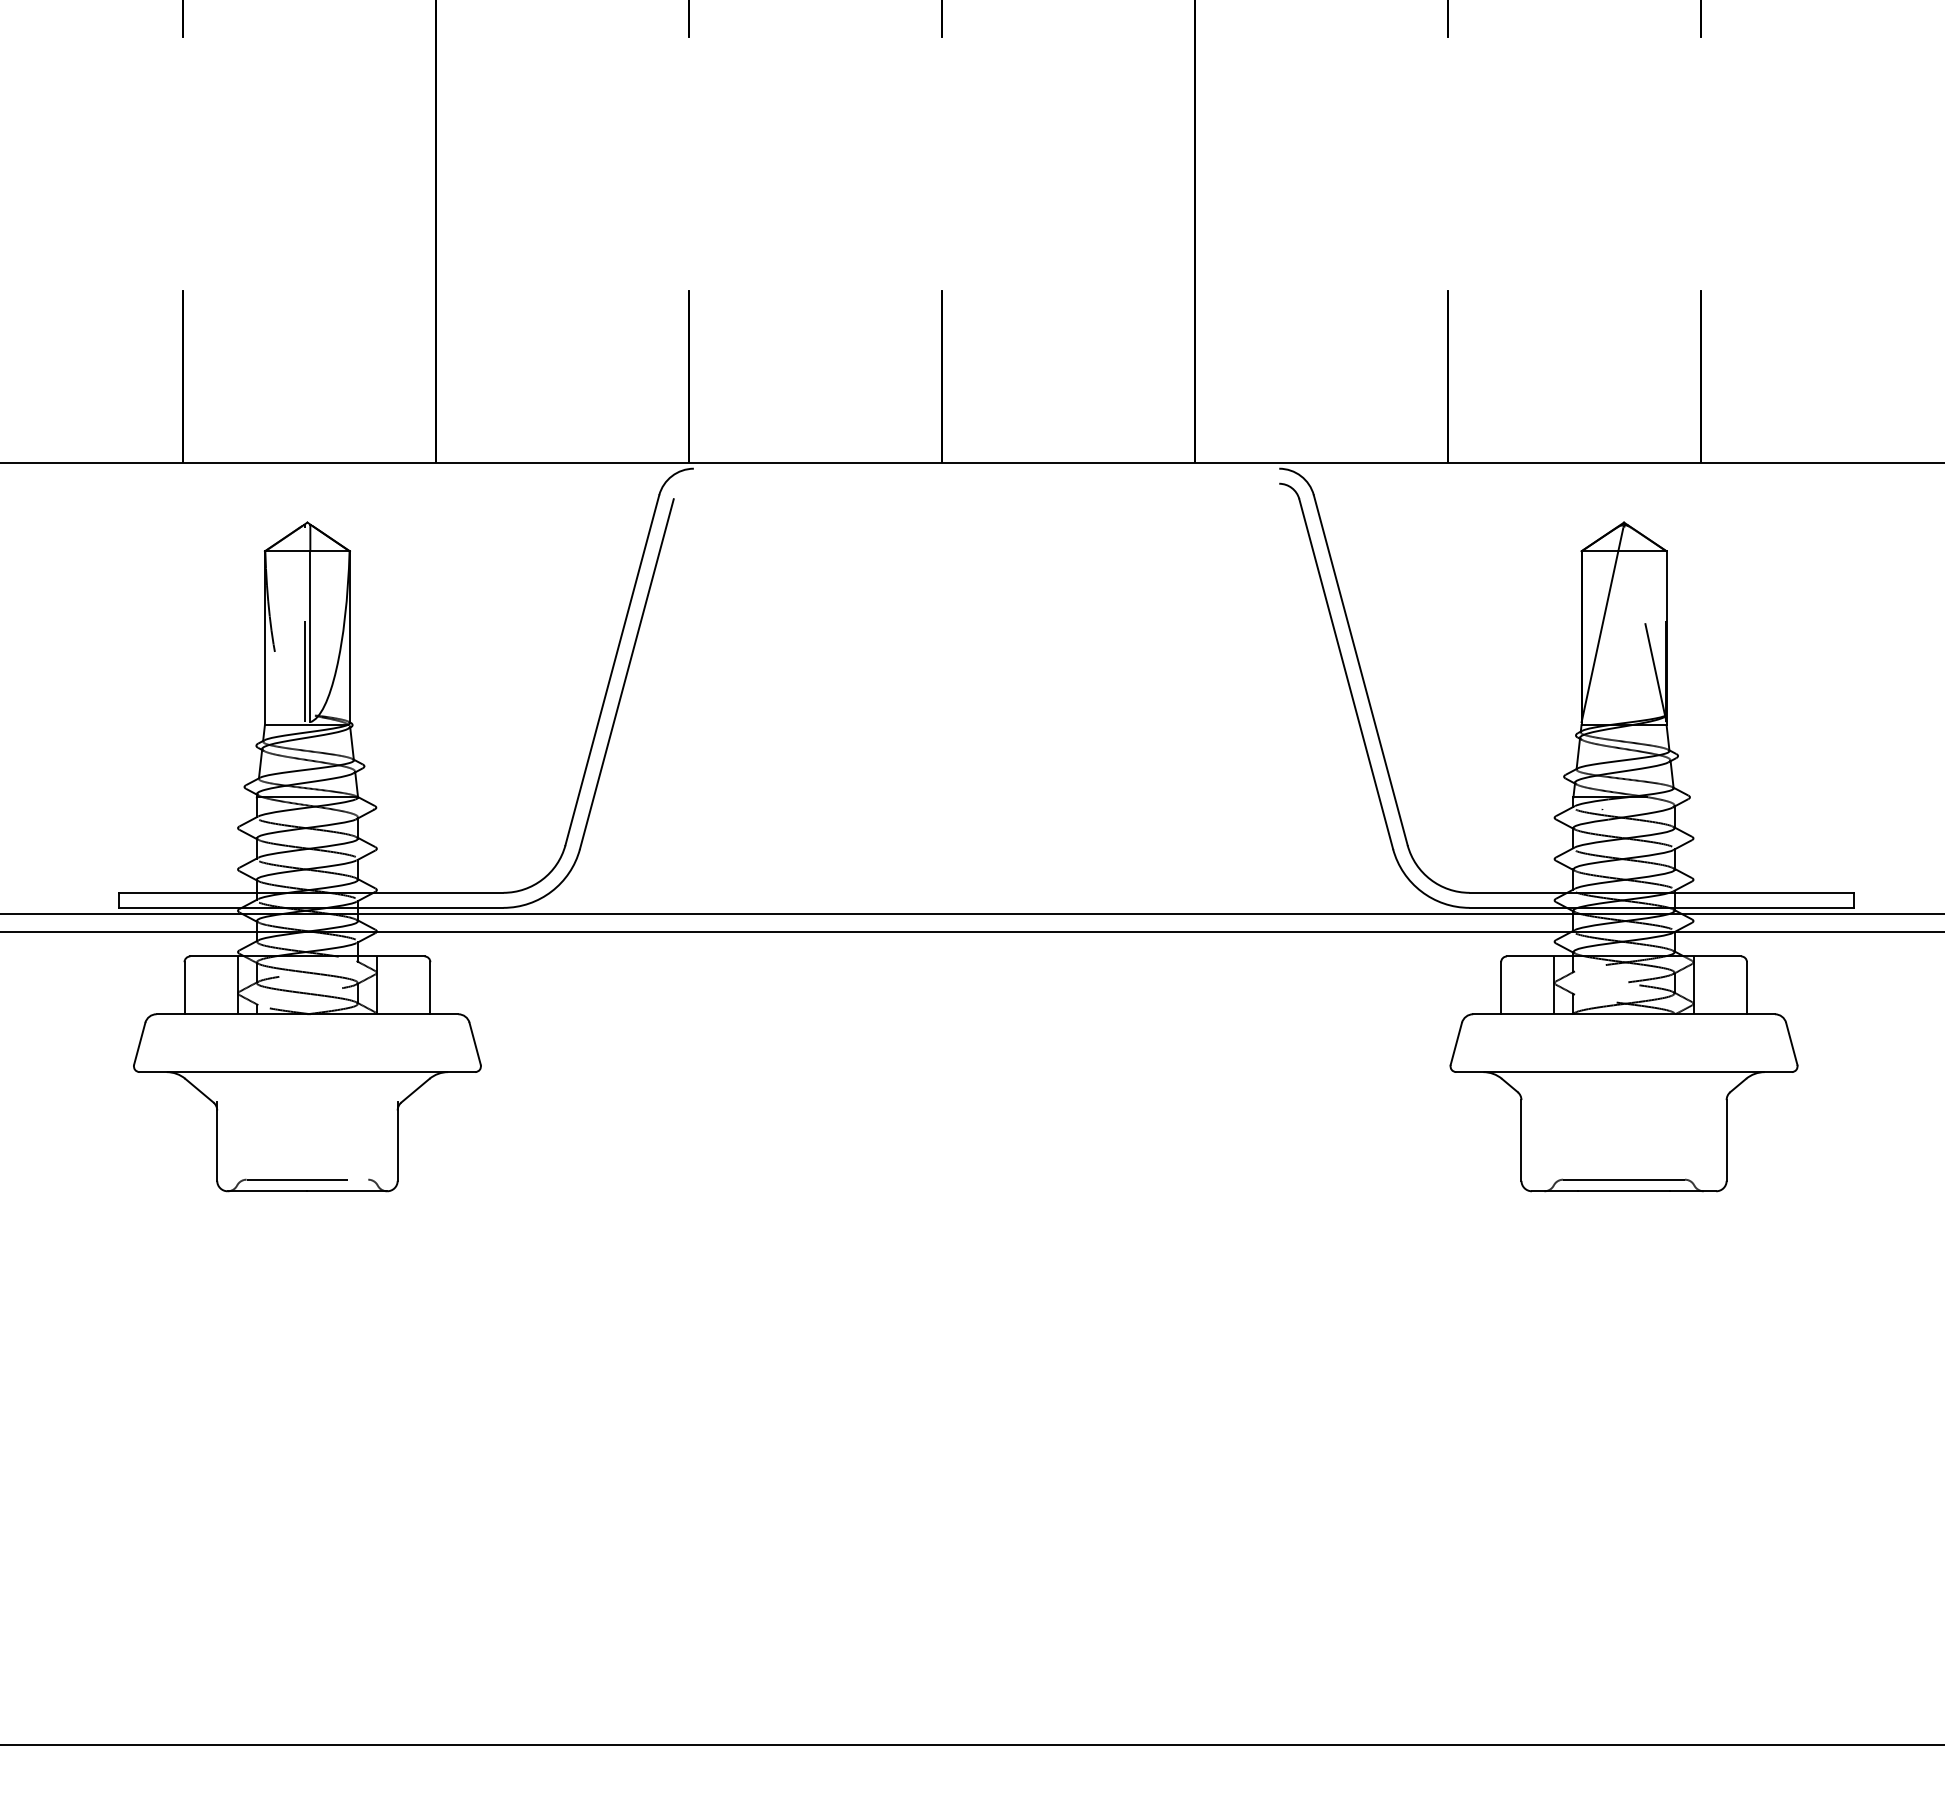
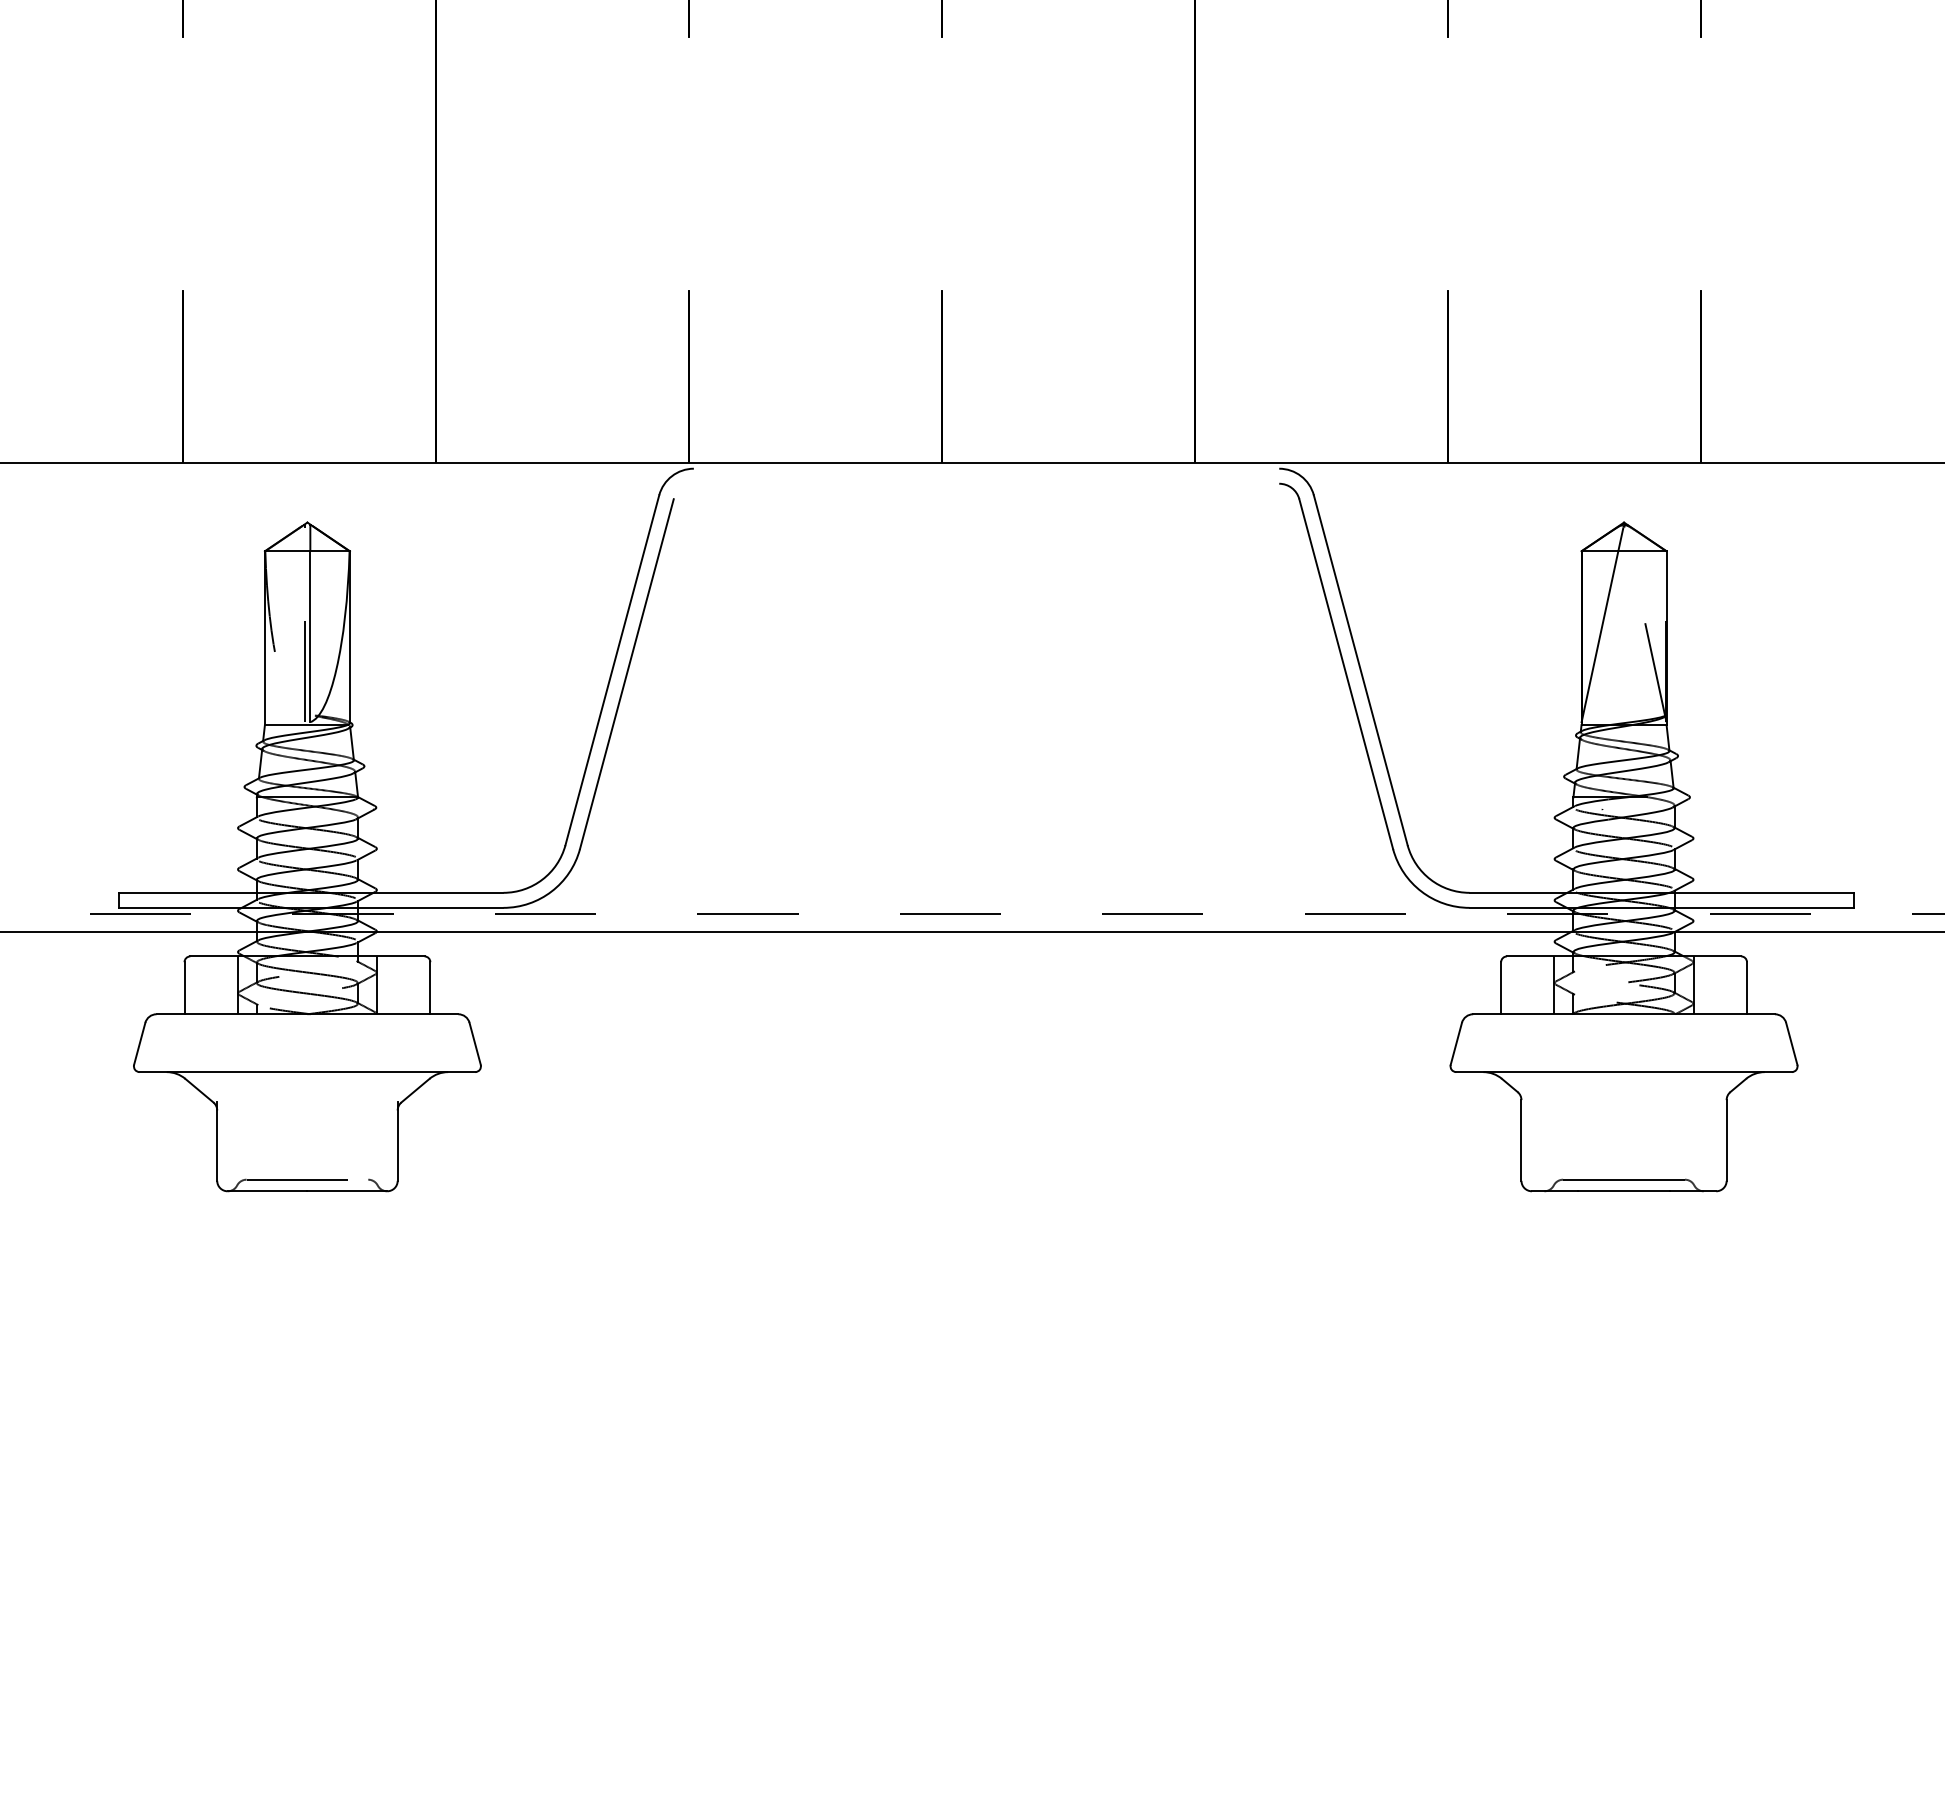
line at (972, 913): solid -> dashed
line at (971, 1745): present -> none
